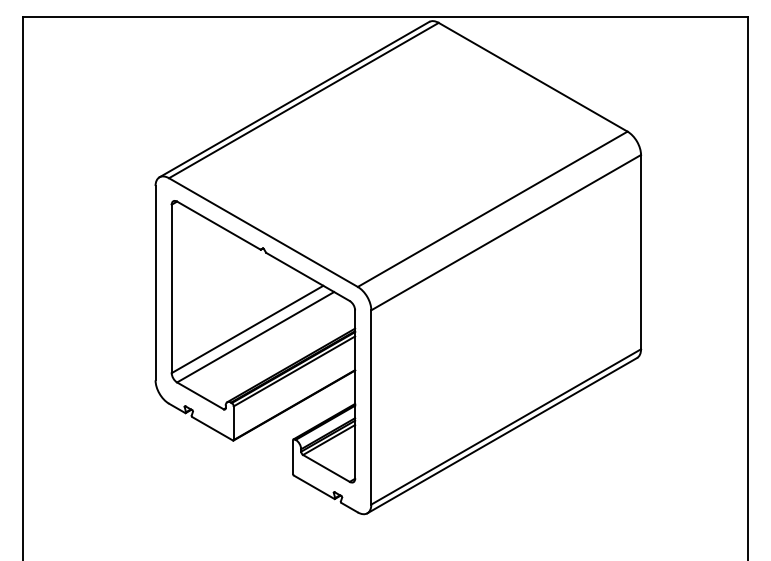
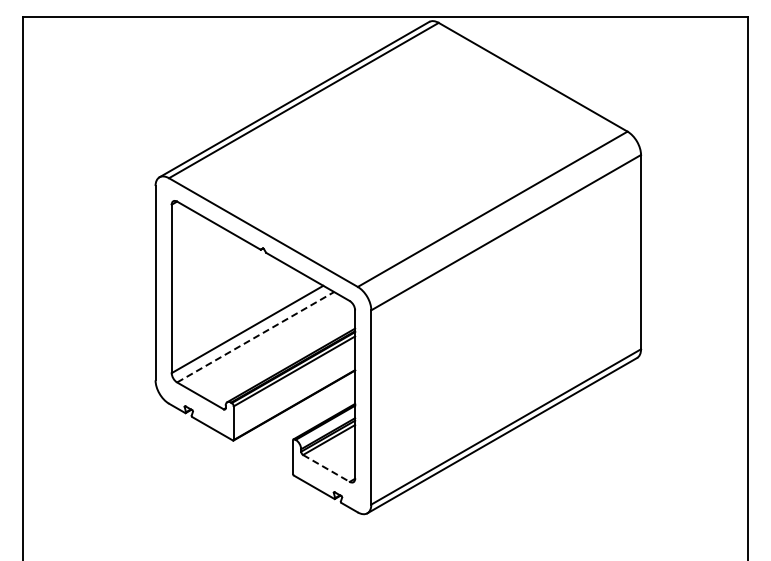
line at (255, 337): solid -> dashed
line at (326, 468): solid -> dashed
